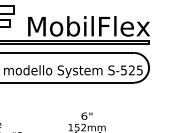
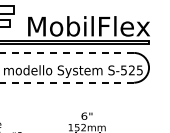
line at (67, 52): solid -> dashed
line at (67, 82): solid -> dashed
